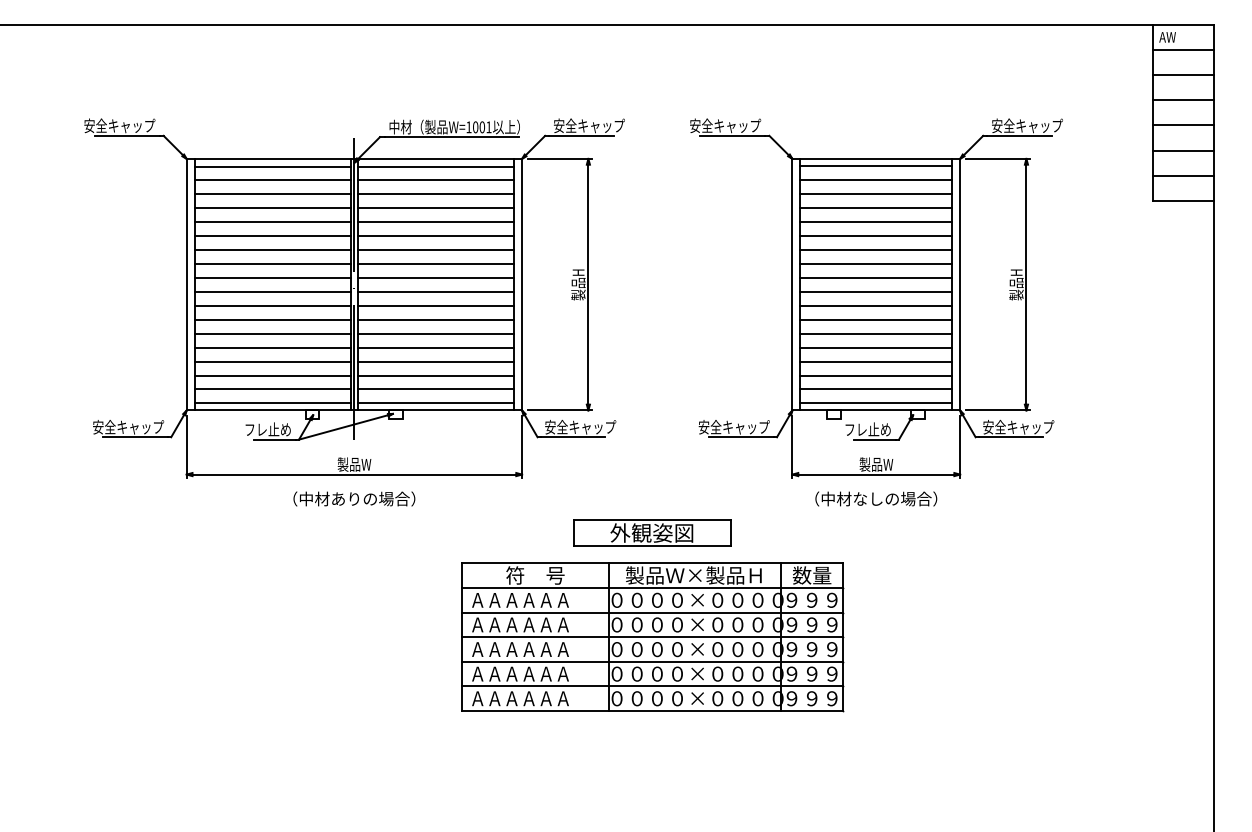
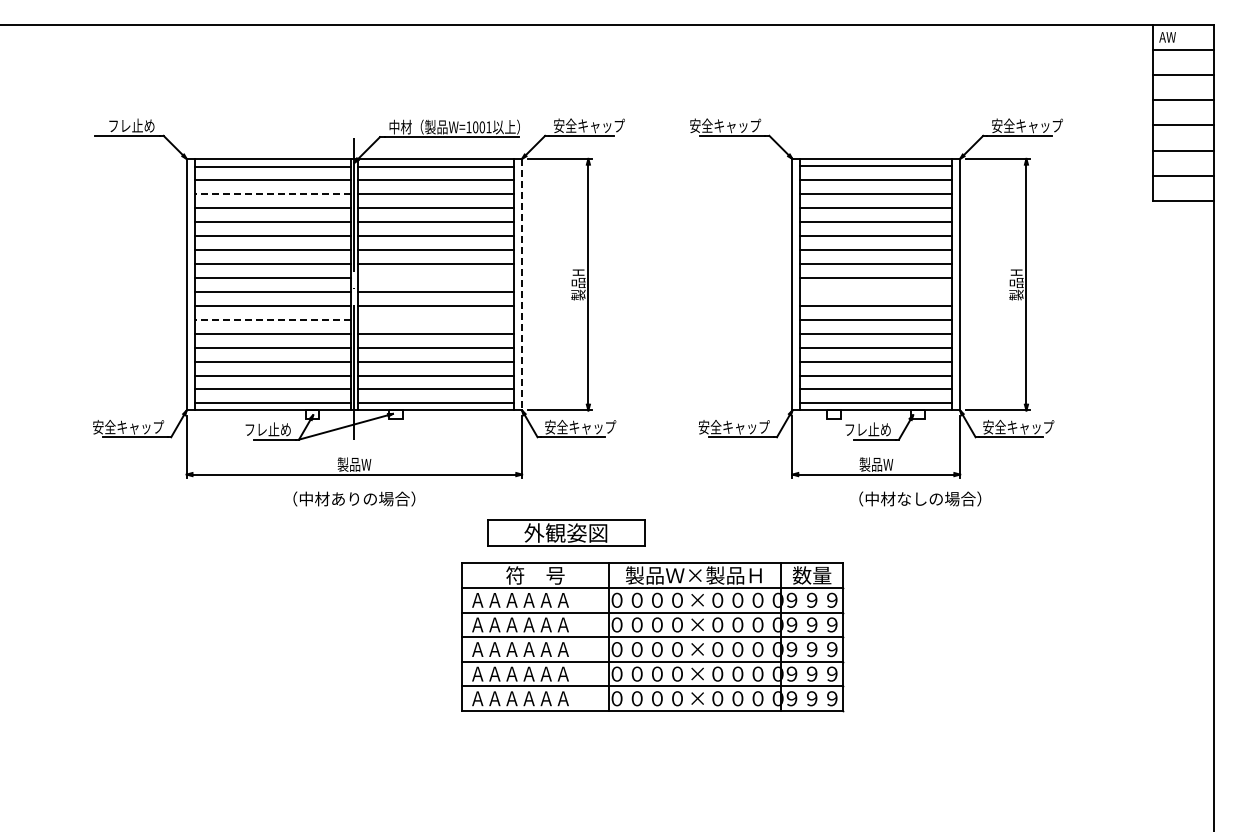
text at (119, 125): 安全キャップ -> フレ止め
line at (272, 193): solid -> dashed
line at (435, 277): present -> none
line at (522, 284): solid -> dashed
line at (876, 291): present -> none
line at (272, 319): solid -> dashed
line at (435, 319): present -> none
text at (876, 498) position: (876, 498) -> (920, 498)
part at (652, 532) position: (652, 532) -> (566, 532)
